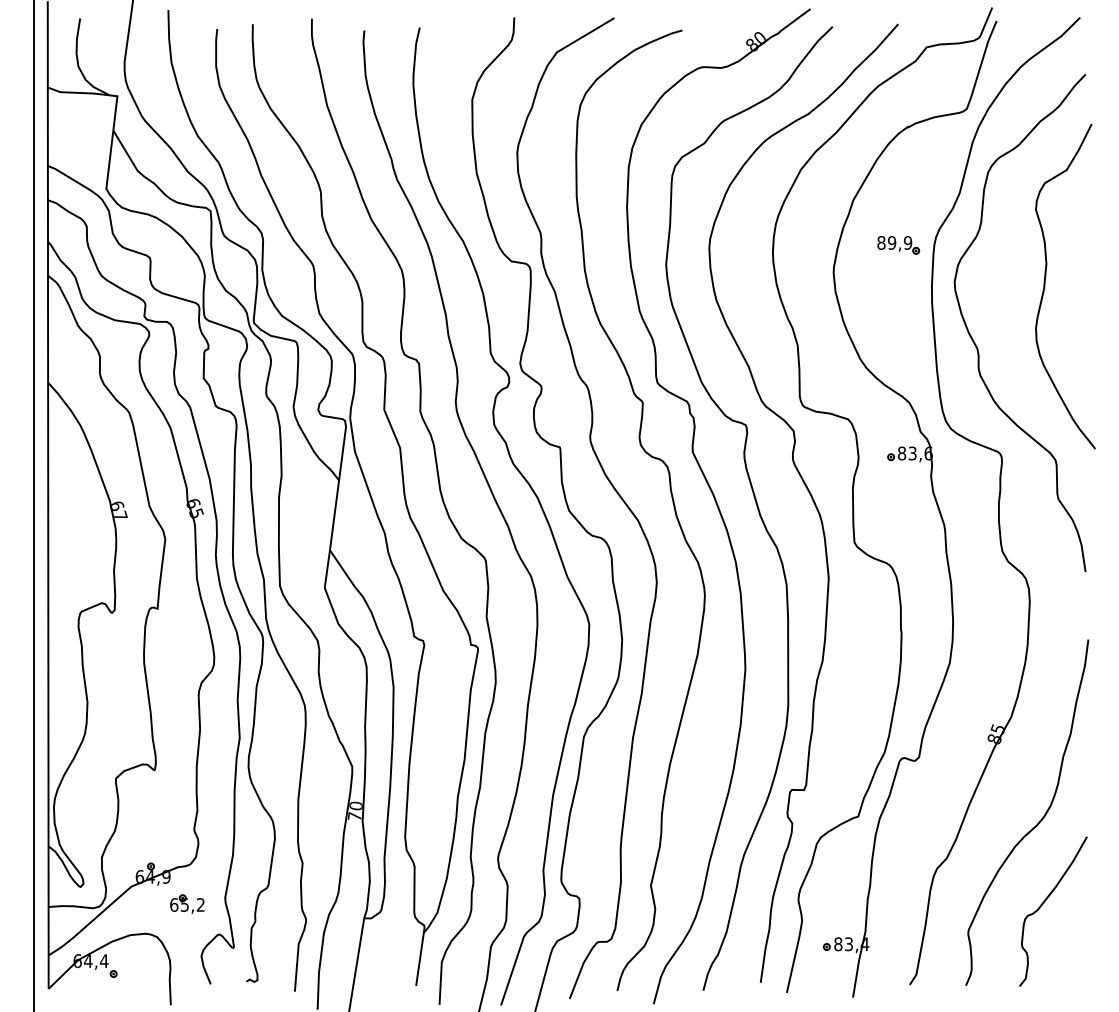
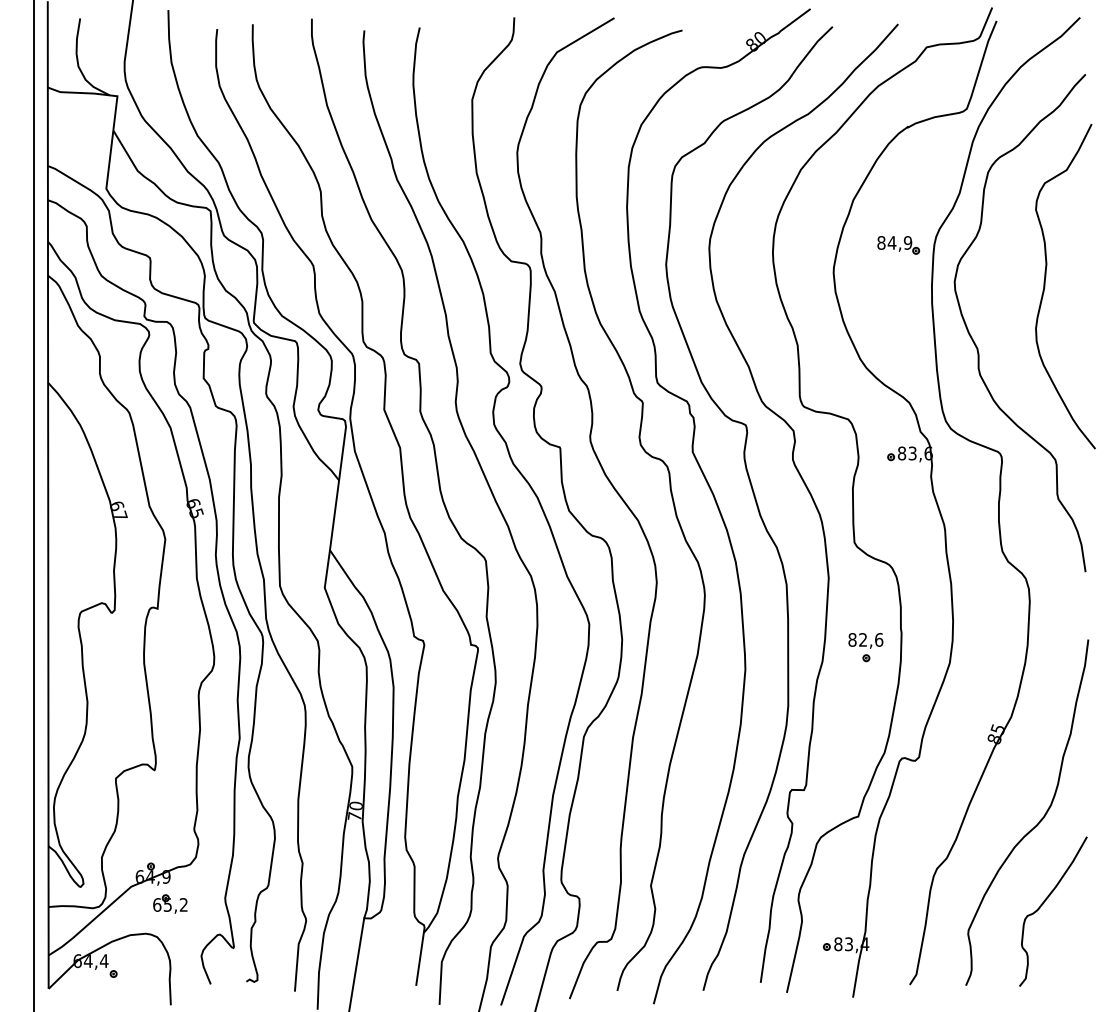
text at (891, 242): 89,9 -> 84,9
part at (865, 647): none -> present
part at (187, 903) position: (187, 903) -> (170, 903)
